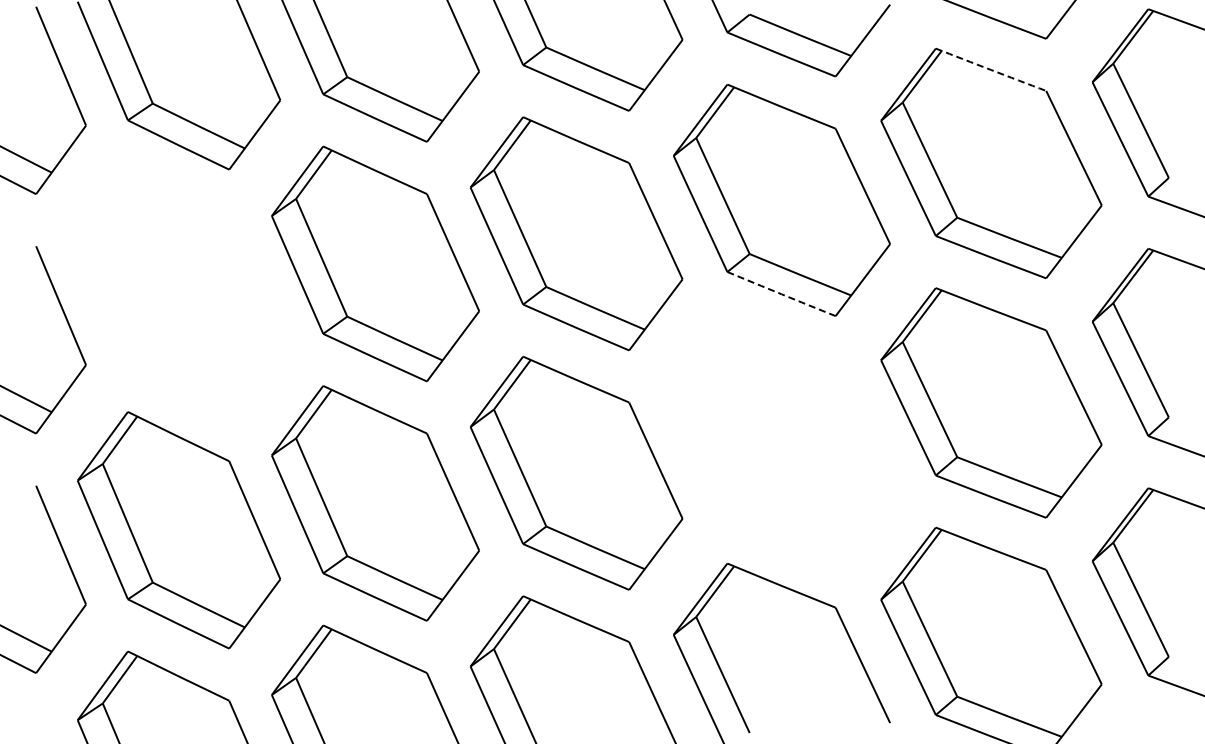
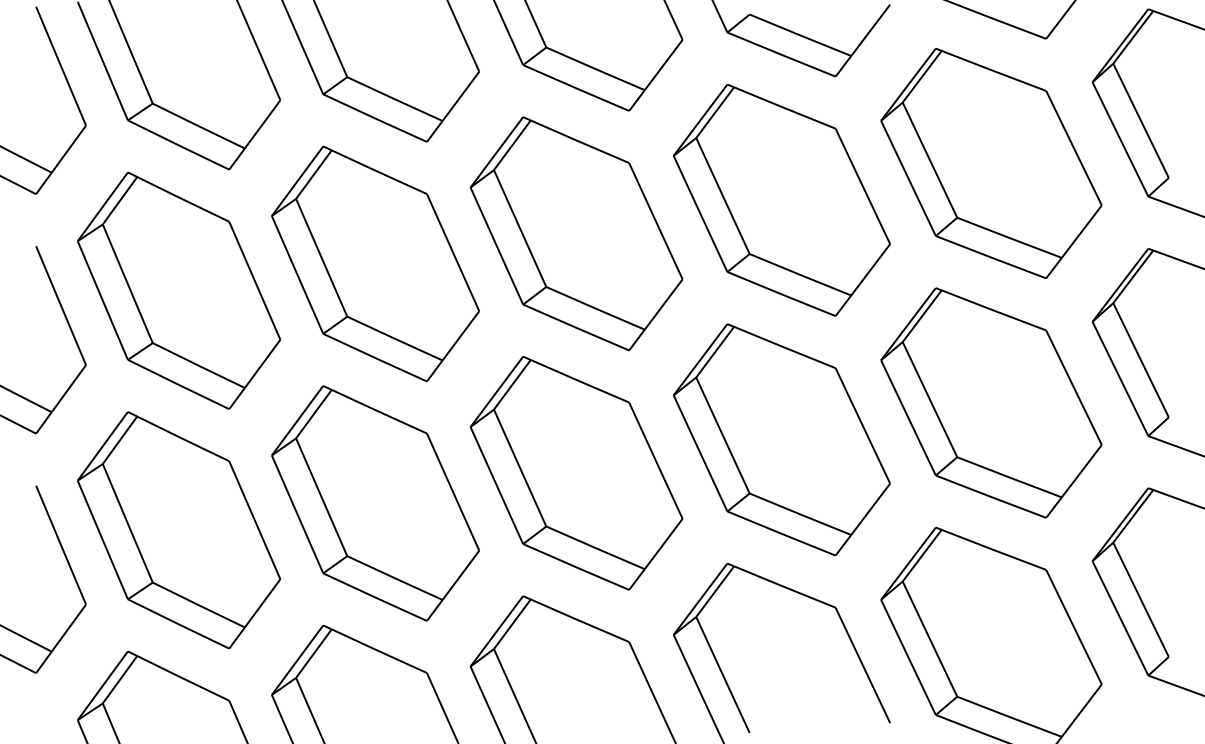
arc at (990, 69): dashed -> solid
part at (178, 290): none -> present
arc at (781, 294): dashed -> solid
part at (781, 439): none -> present
